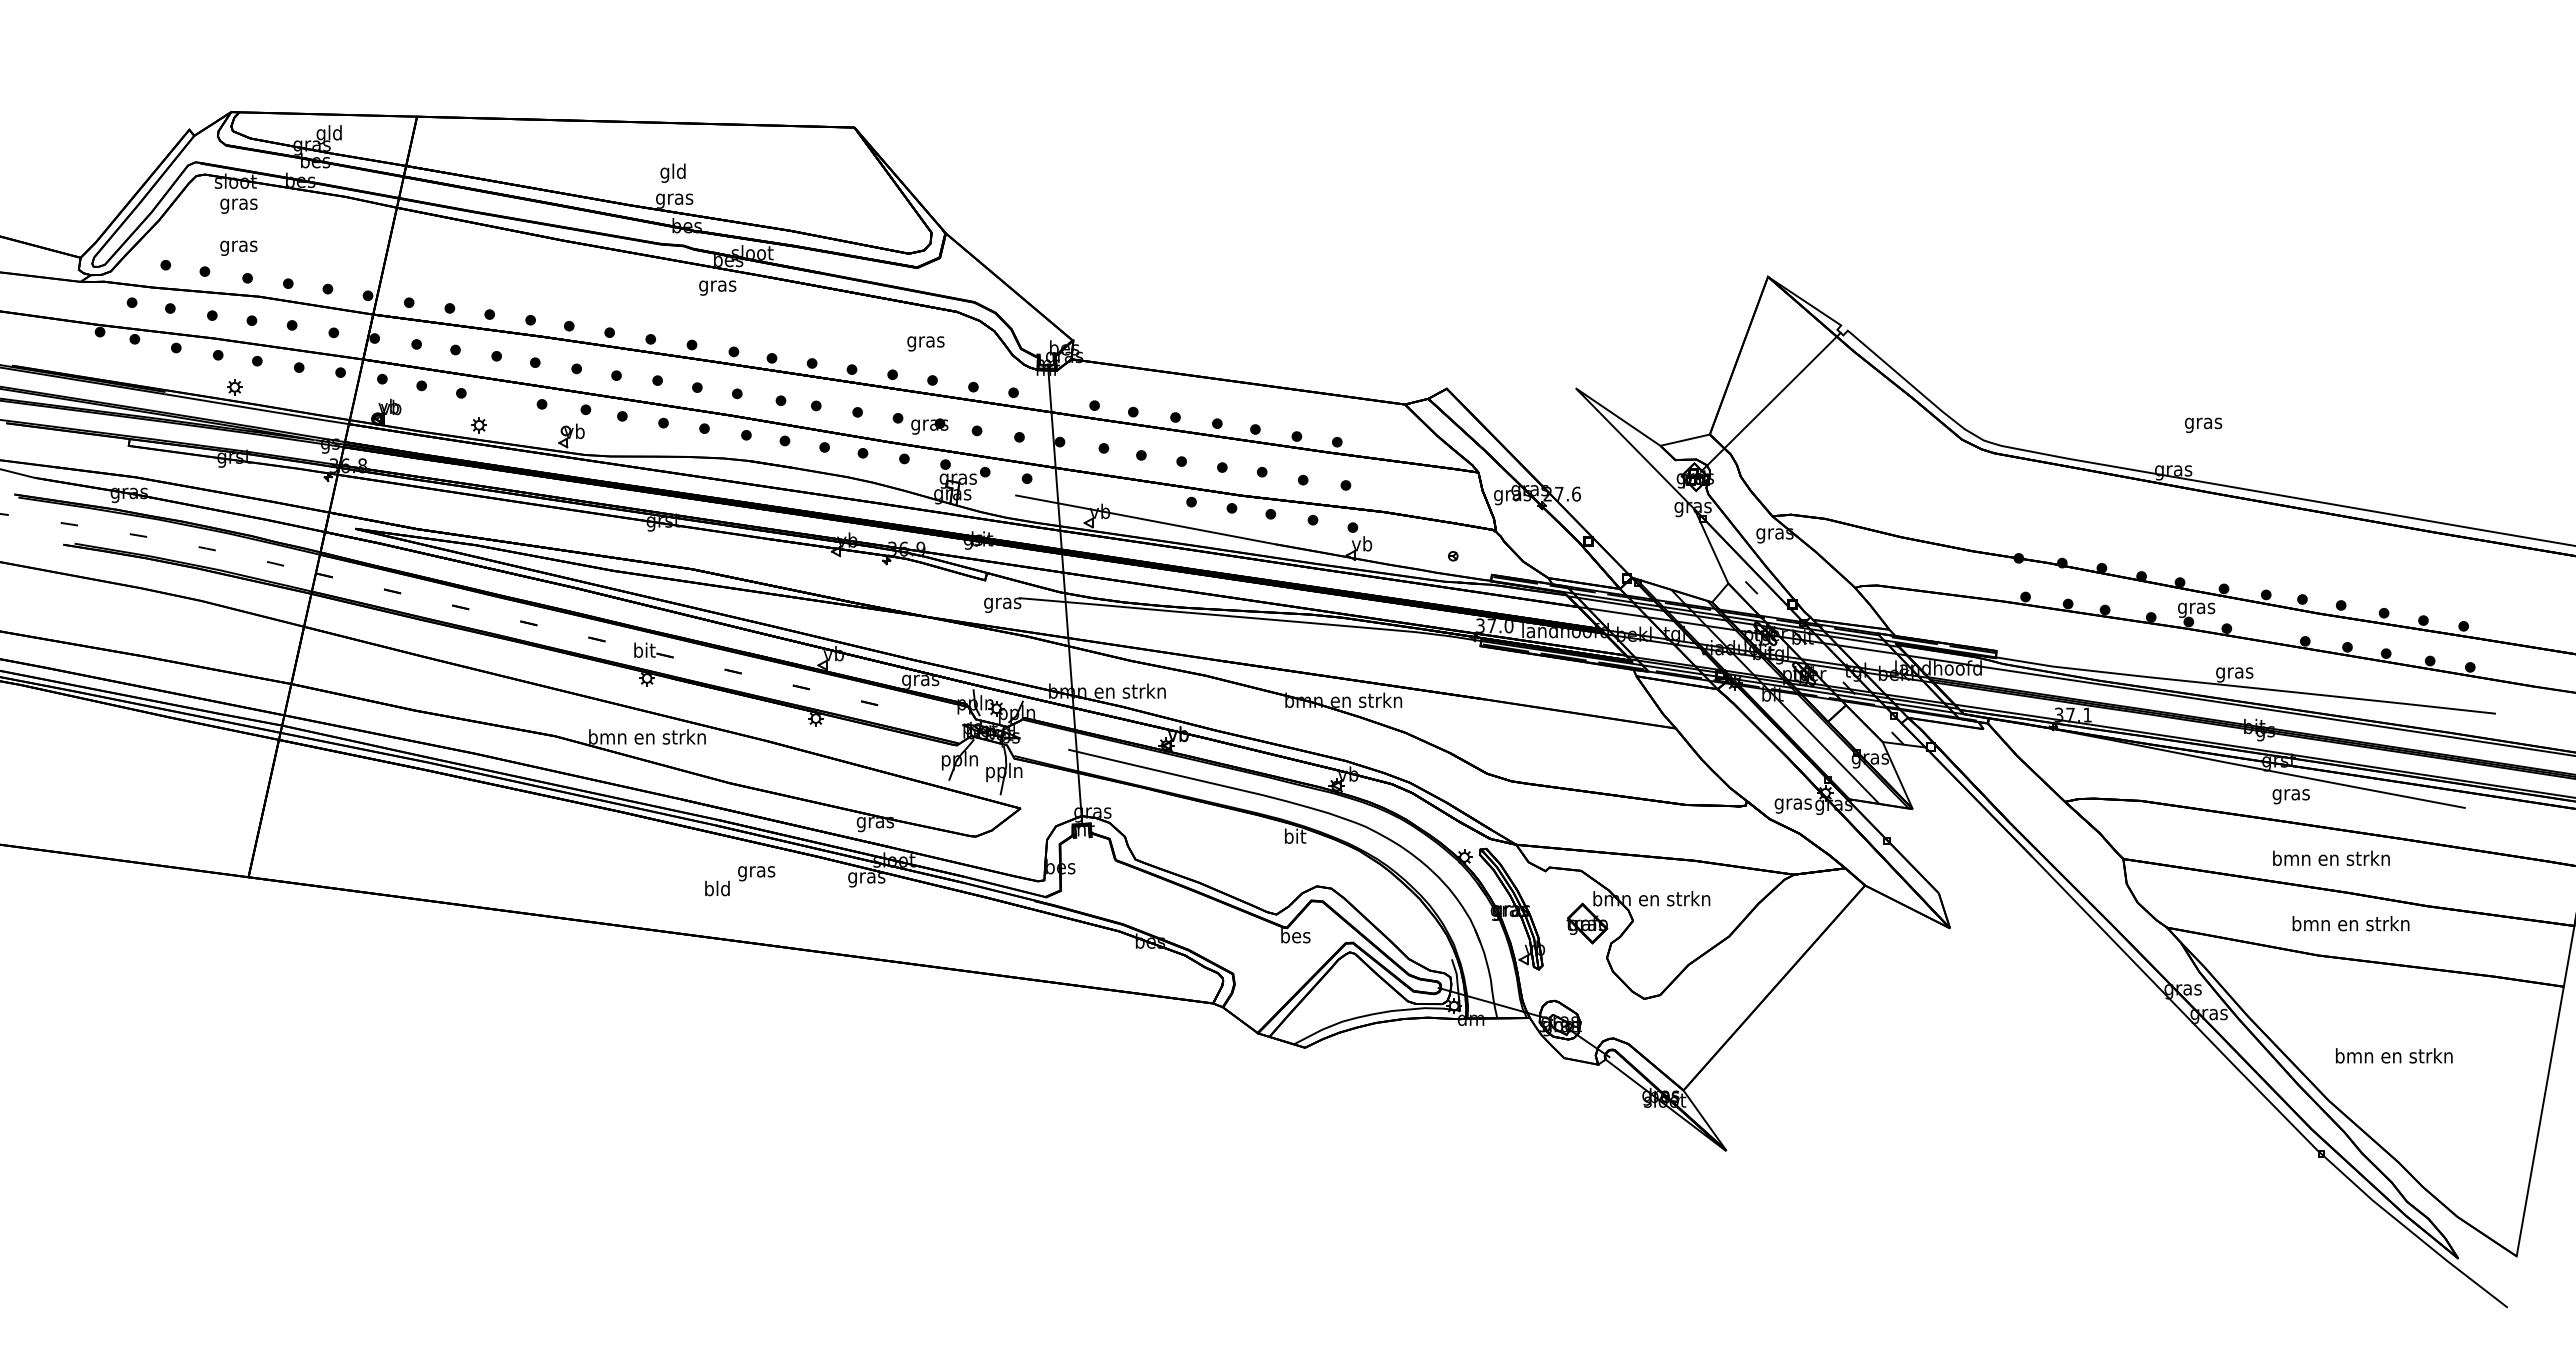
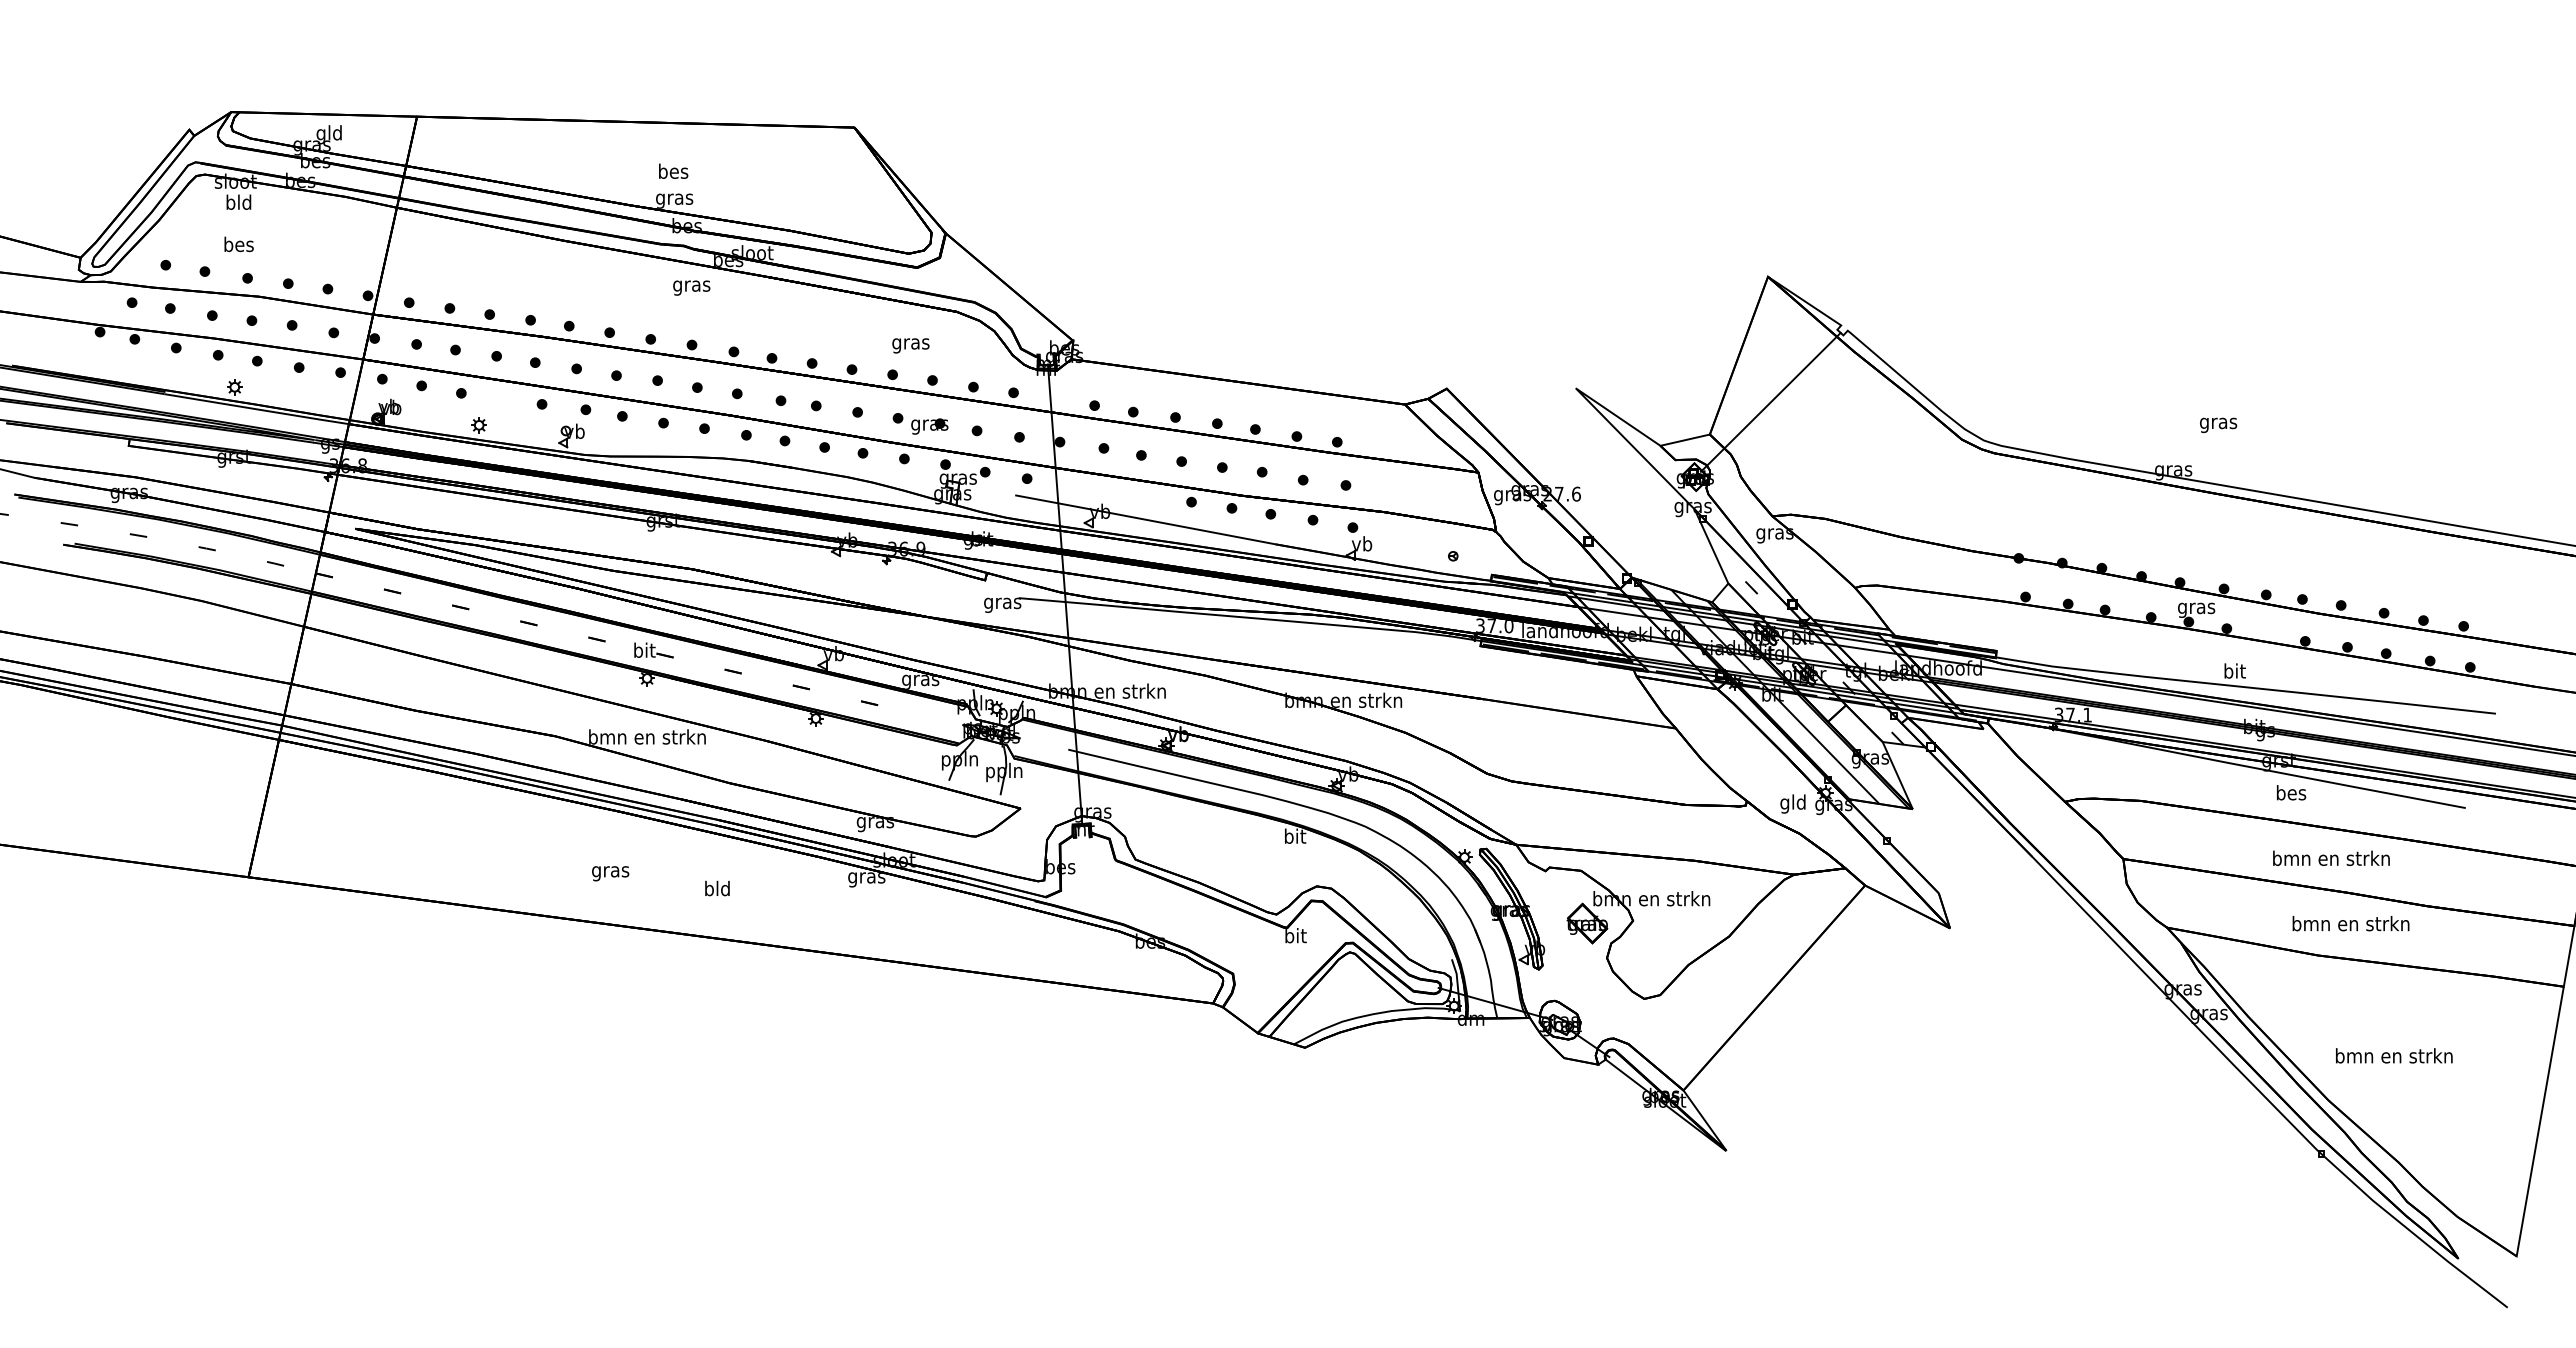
text at (673, 172): gld -> bes
text at (238, 203): gras -> bld
text at (238, 245): gras -> bes
text at (717, 287) position: (717, 287) -> (691, 287)
text at (925, 343) position: (925, 343) -> (910, 345)
text at (2203, 424) position: (2203, 424) -> (2218, 424)
text at (2234, 672): gras -> bit
text at (2290, 794): gras -> bes
text at (1792, 803): gras -> gld
text at (756, 873) position: (756, 873) -> (610, 873)
text at (1295, 935): bes -> bit
